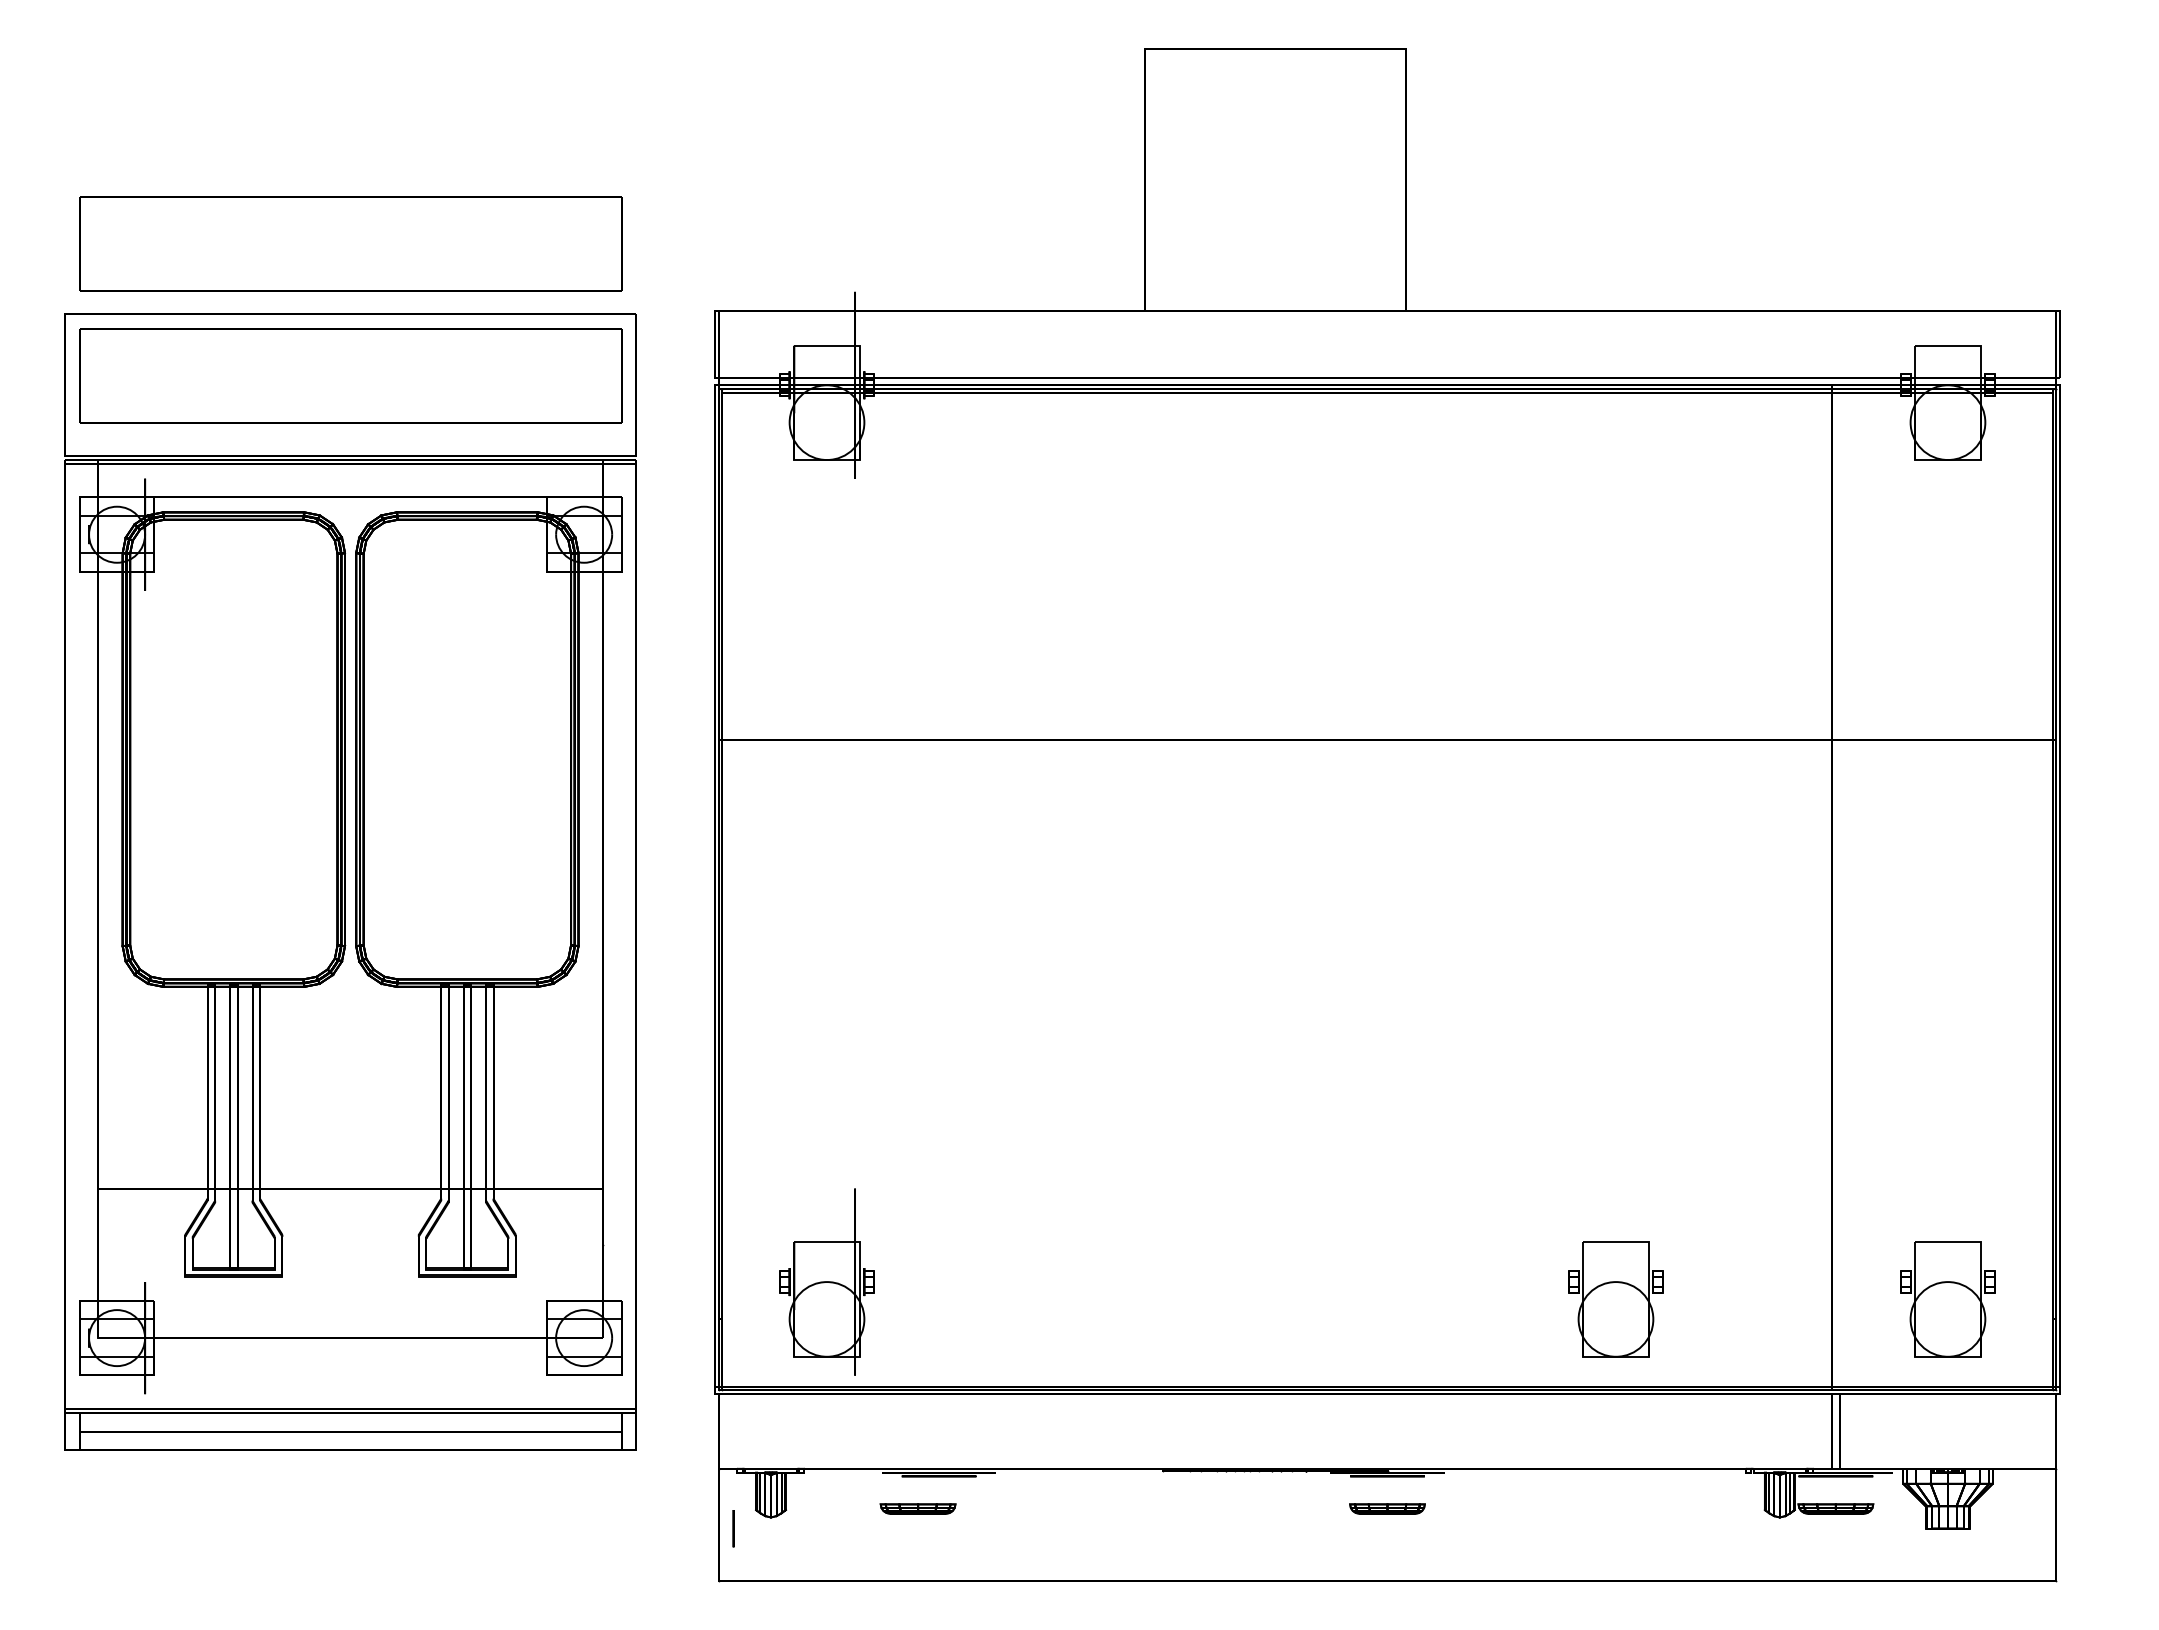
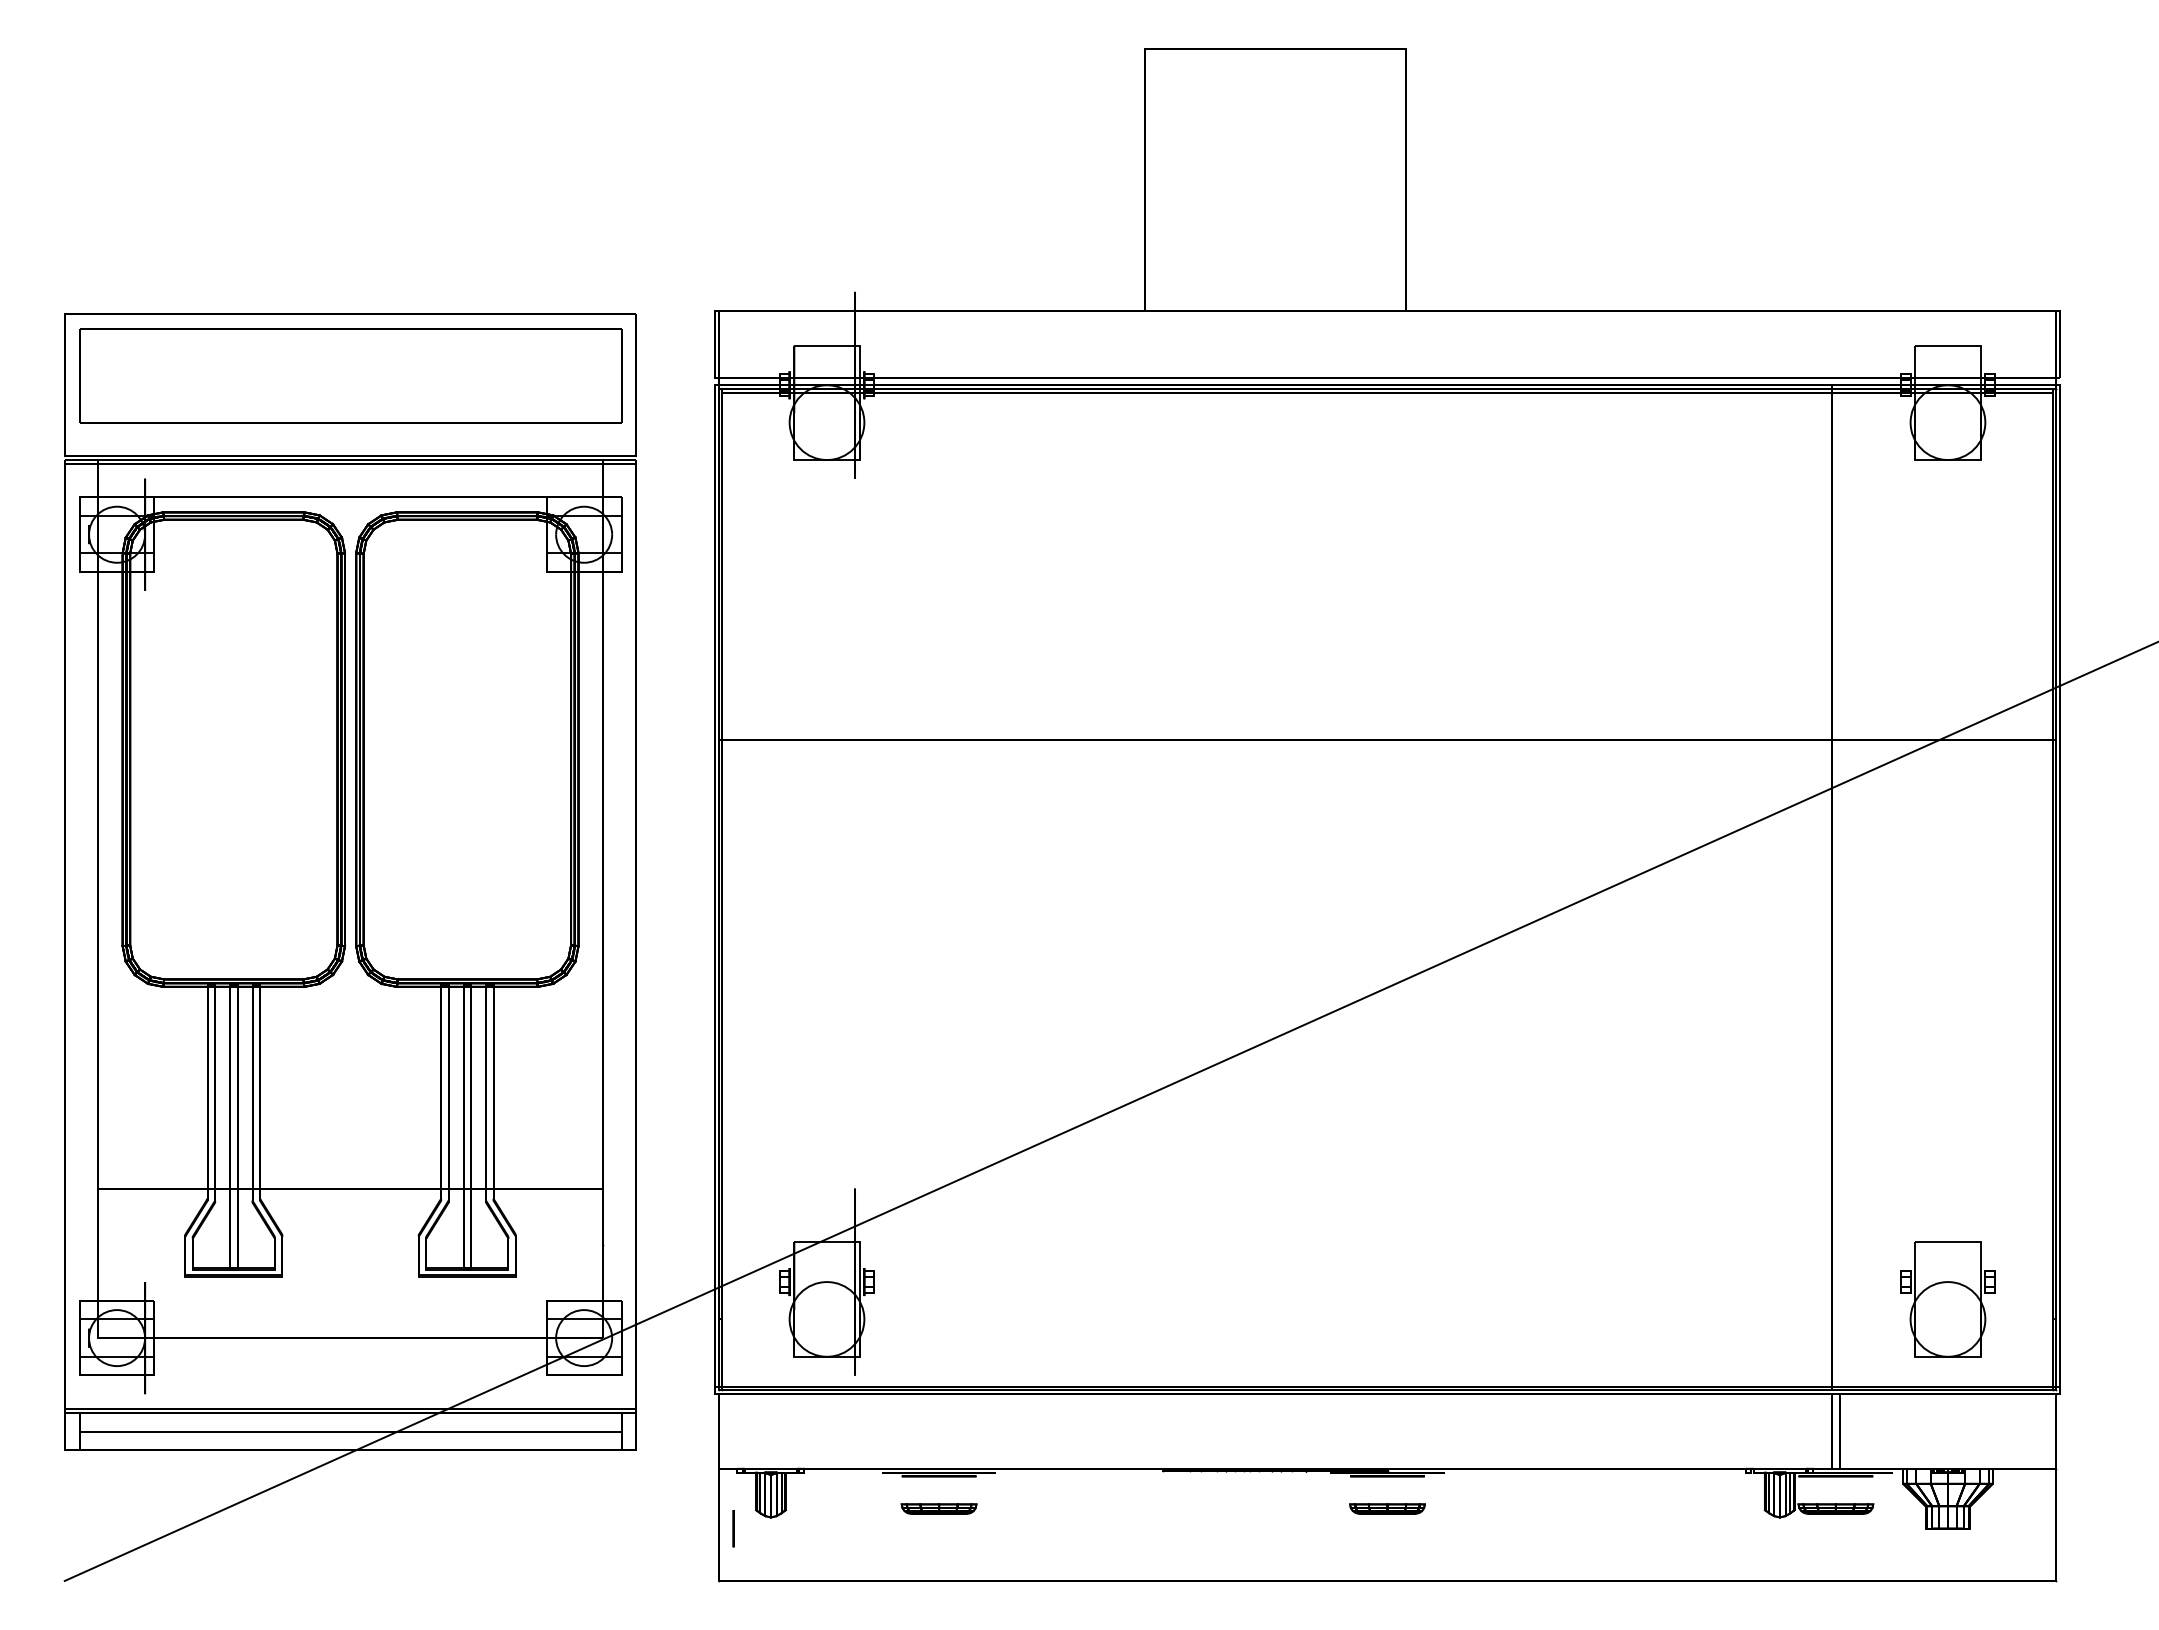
part at (350, 243): present -> none
line at (1109, 1111): none -> present
part at (1615, 1299): present -> none
part at (917, 1508) position: (917, 1508) -> (938, 1508)
